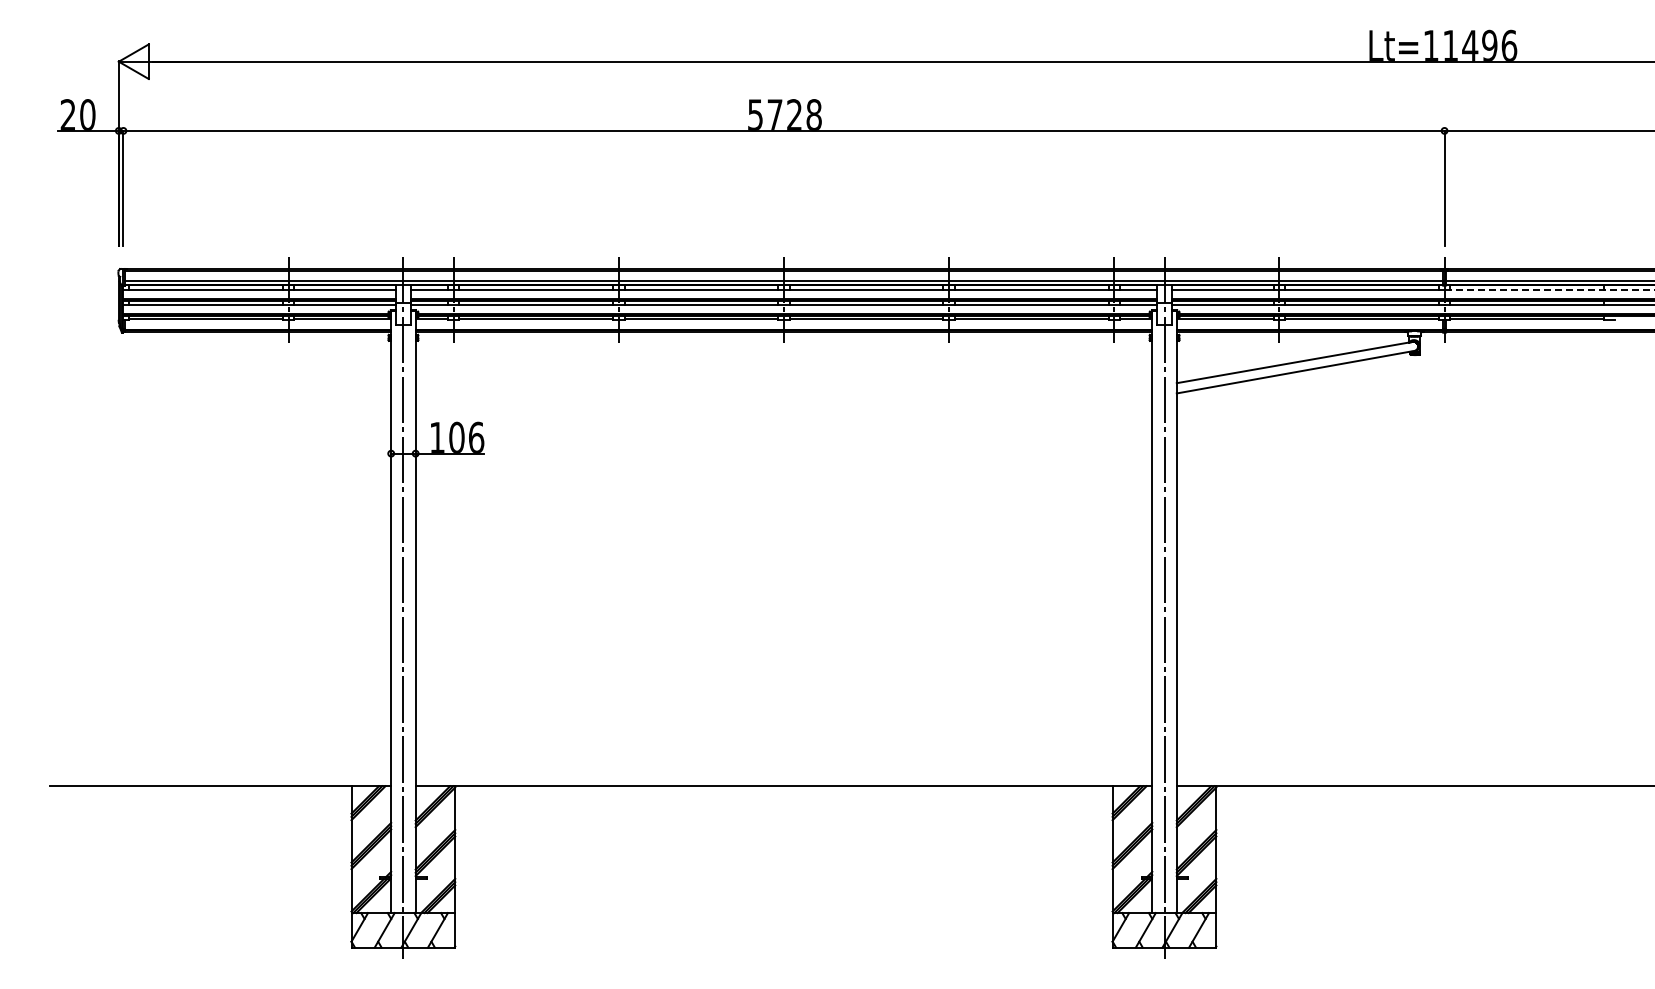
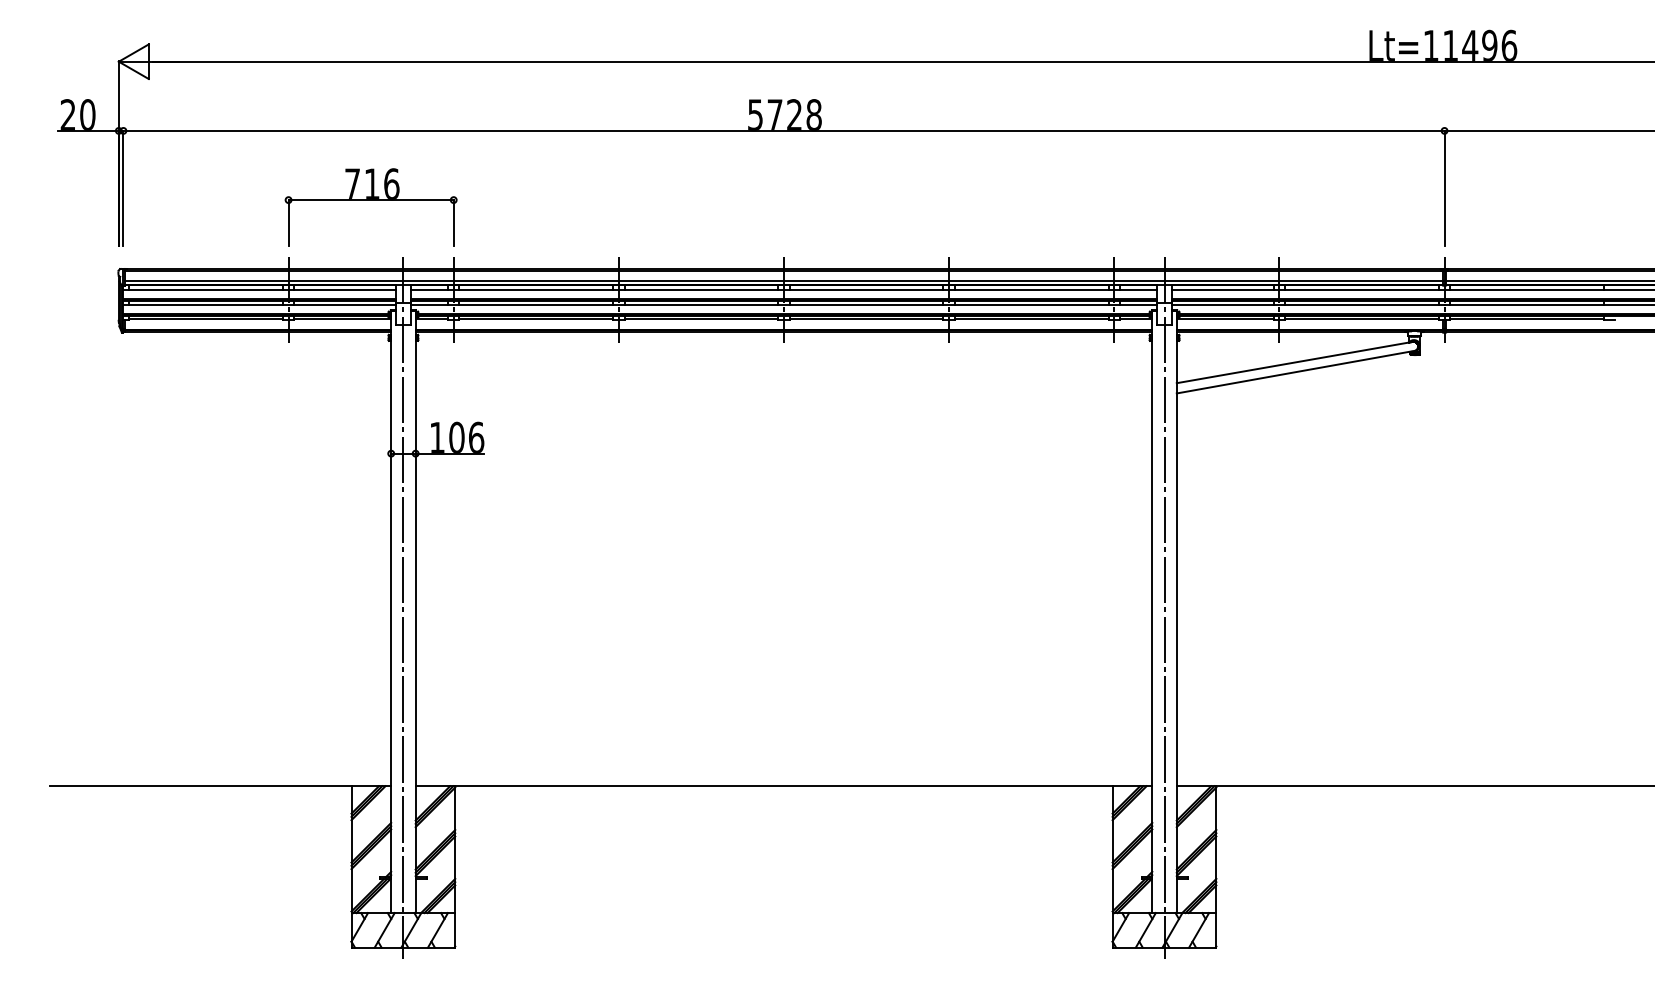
part at (370, 200): none -> present
line at (1550, 289): dashed -> solid
